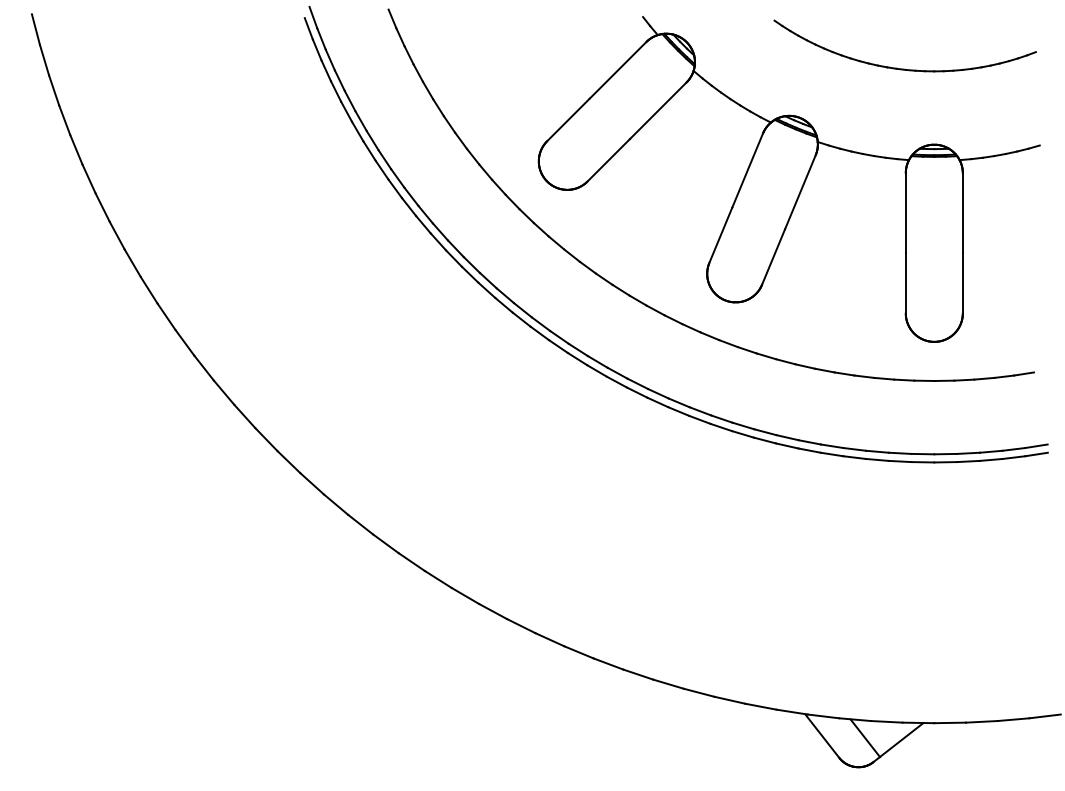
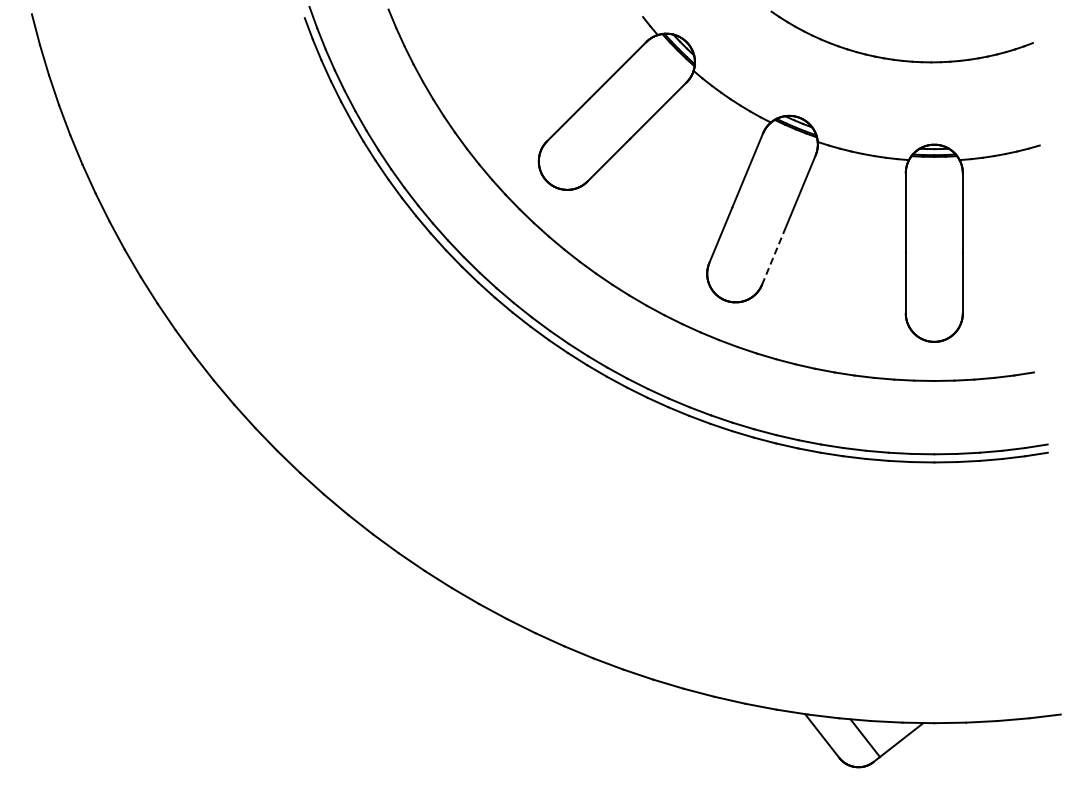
part at (904, 68) position: (904, 68) -> (901, 59)
line at (773, 256): solid -> dashed
